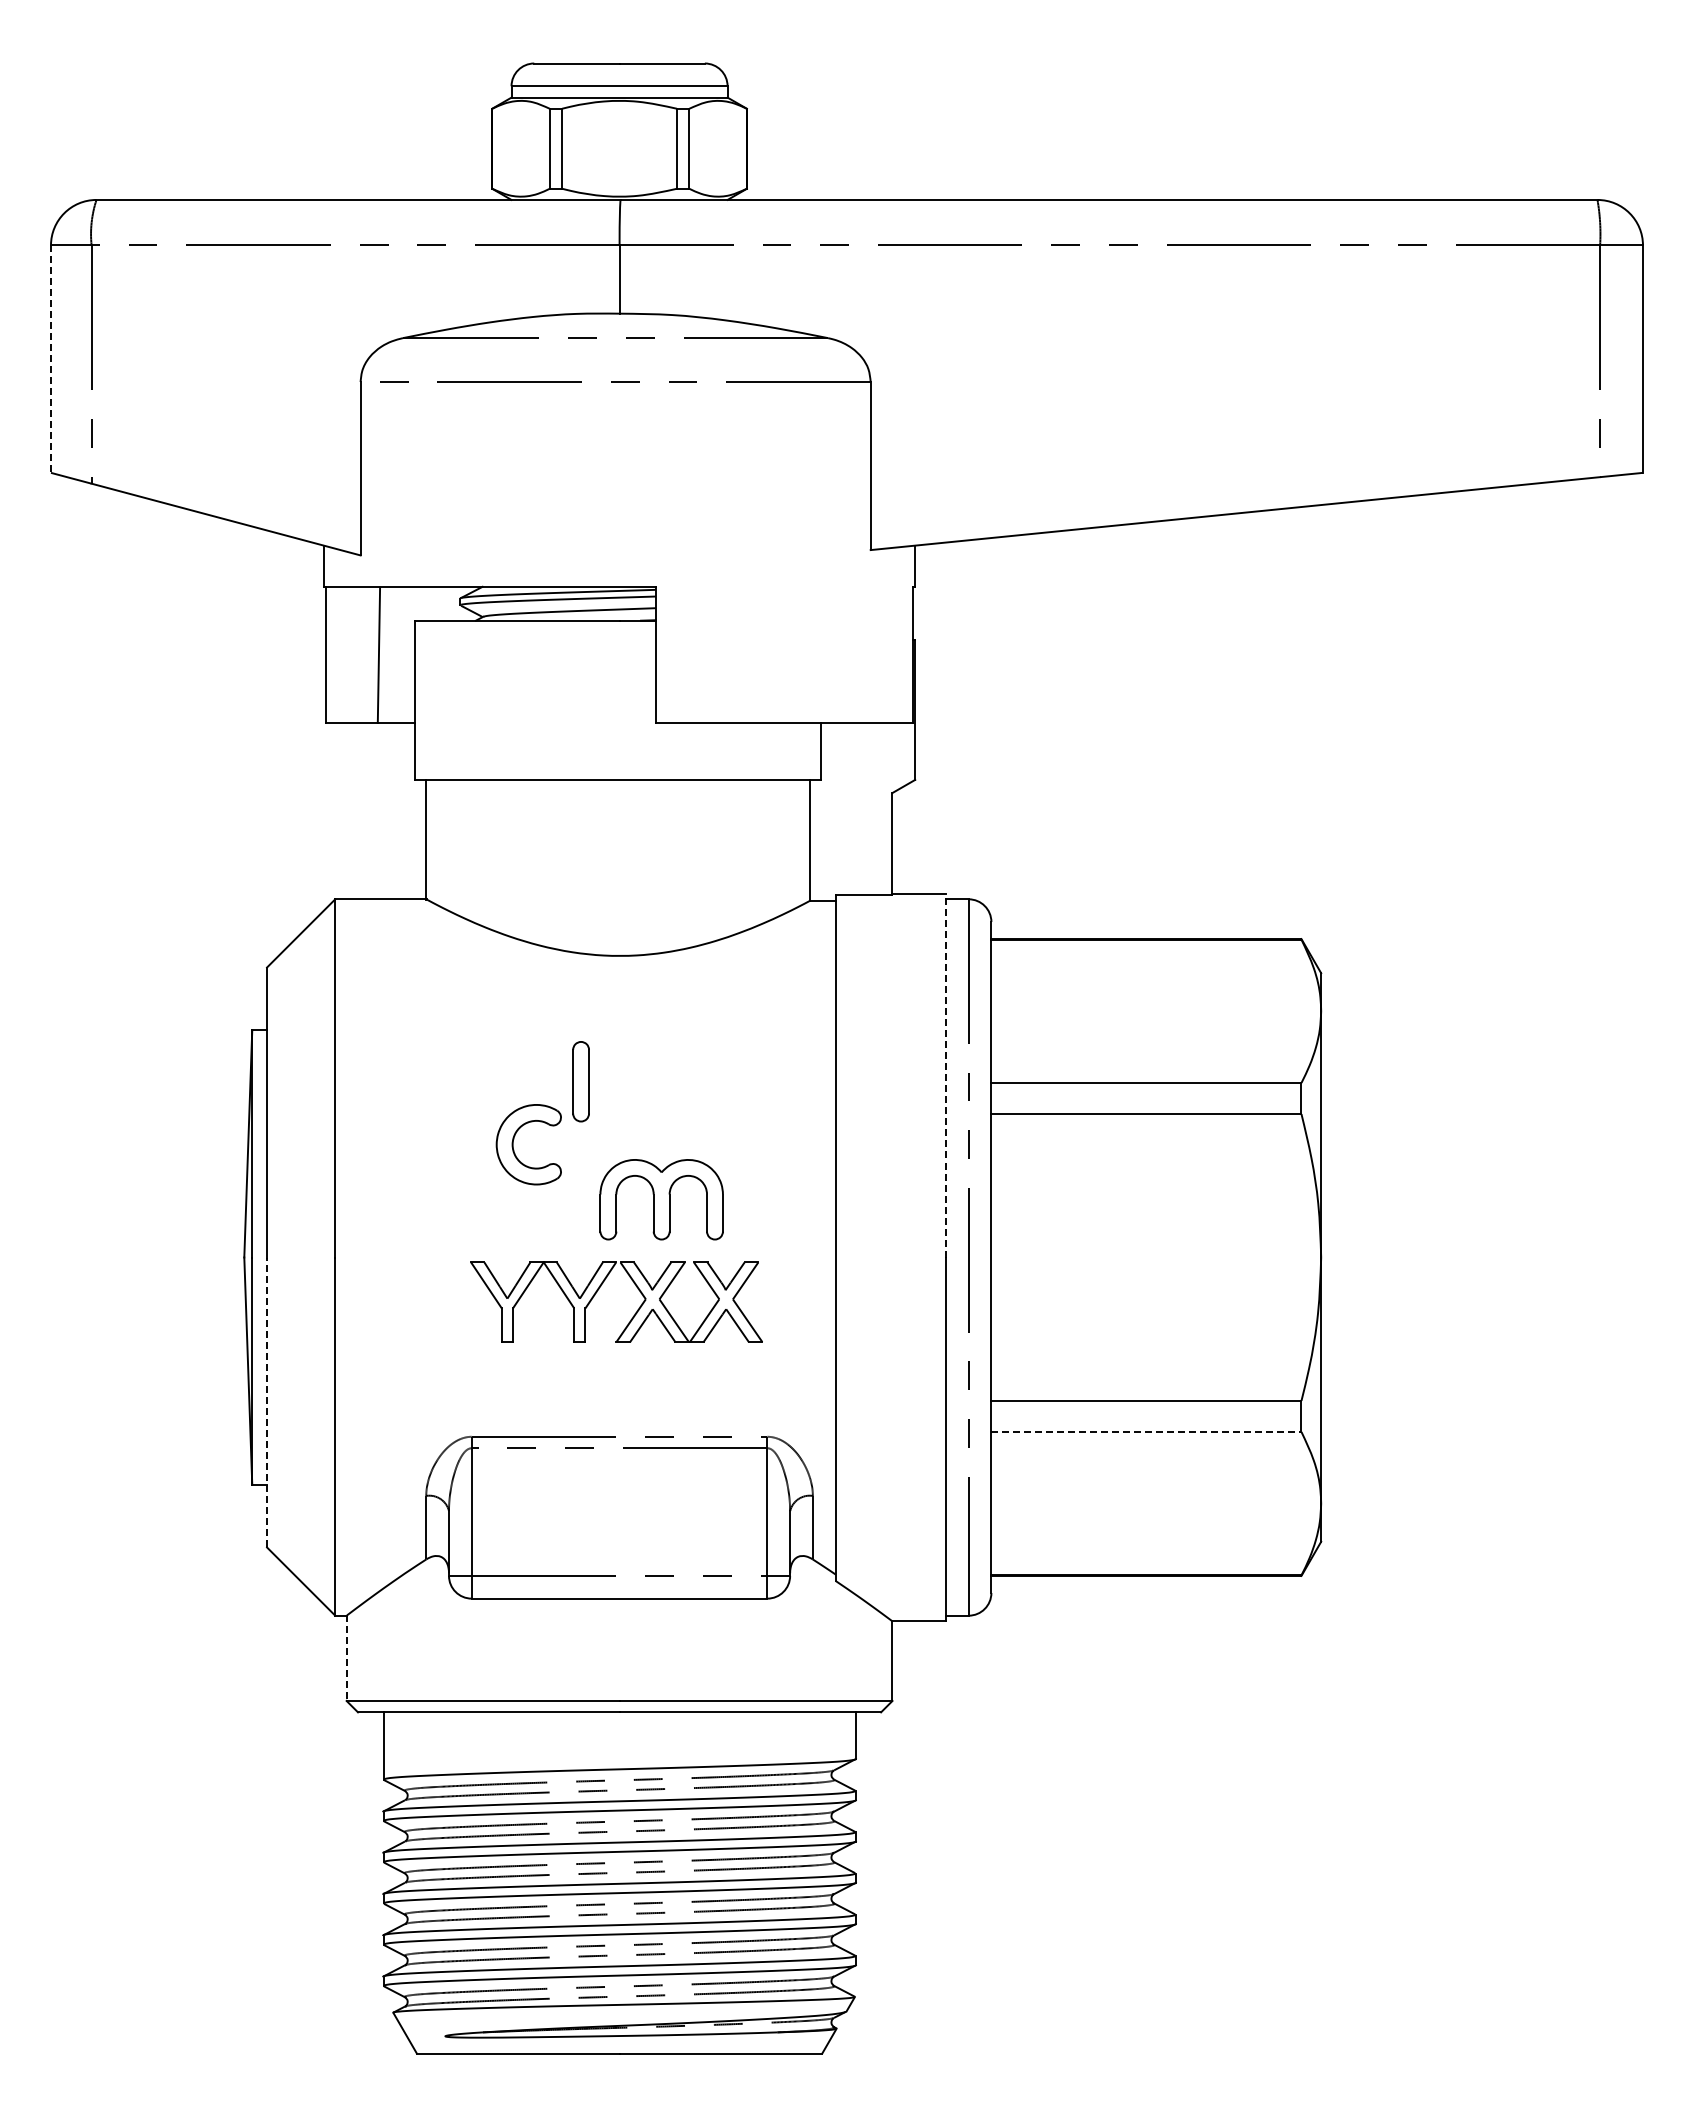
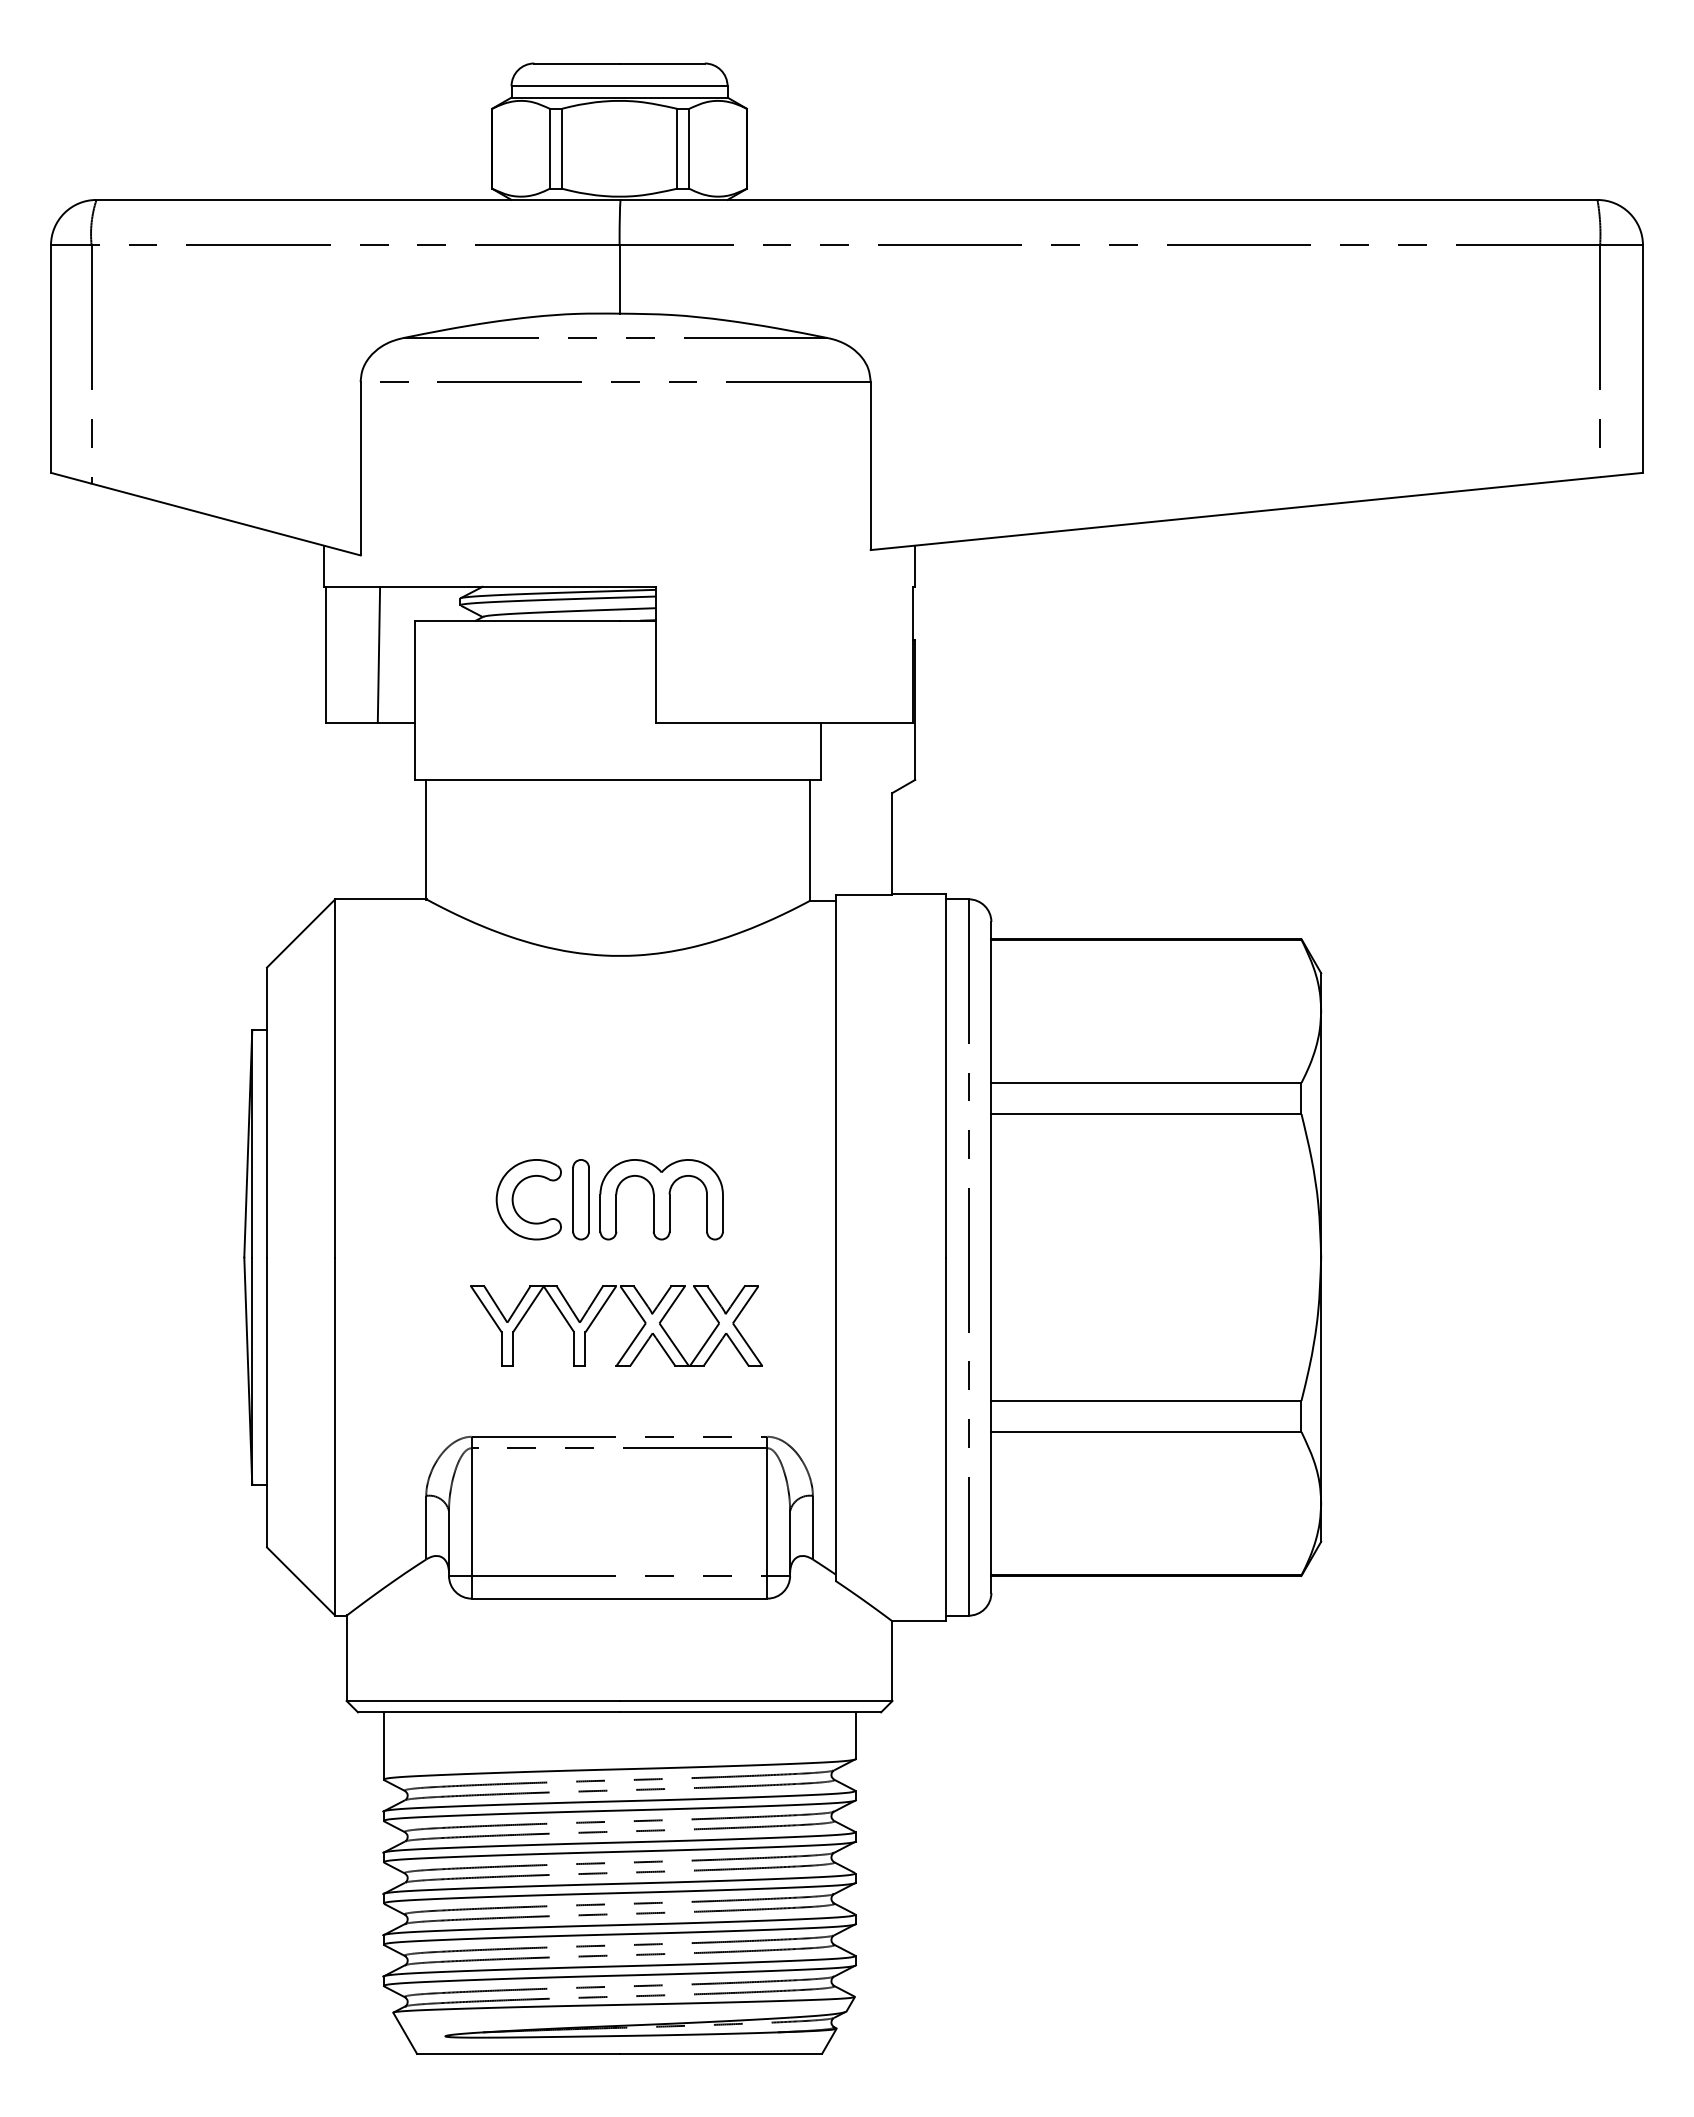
line at (50, 359): dashed -> solid
line at (945, 1075): dashed -> solid
part at (580, 1081) position: (580, 1081) -> (580, 1199)
part at (514, 1139) position: (514, 1139) -> (514, 1194)
part at (599, 1289) position: (599, 1289) -> (599, 1313)
line at (267, 1402): dashed -> solid
line at (1146, 1431): dashed -> solid
line at (346, 1658): dashed -> solid
